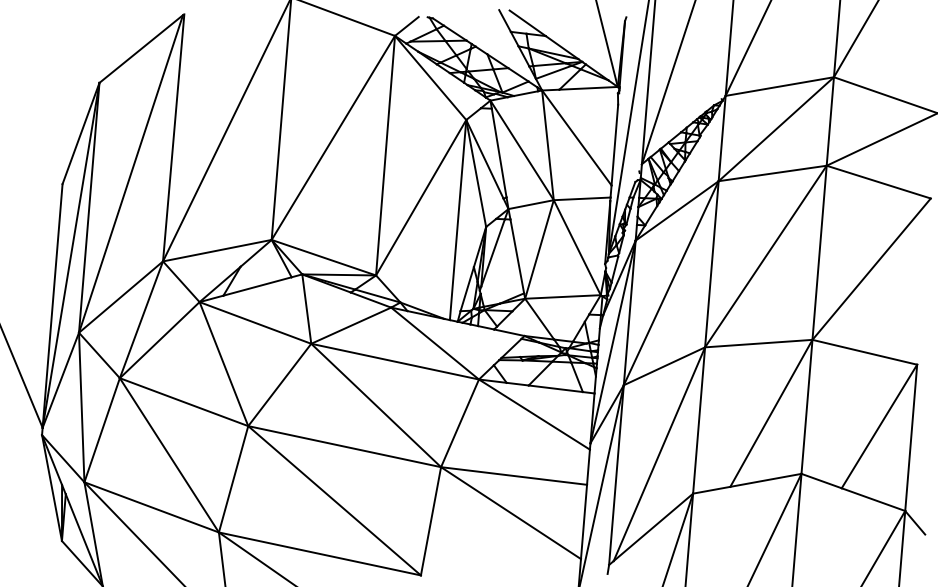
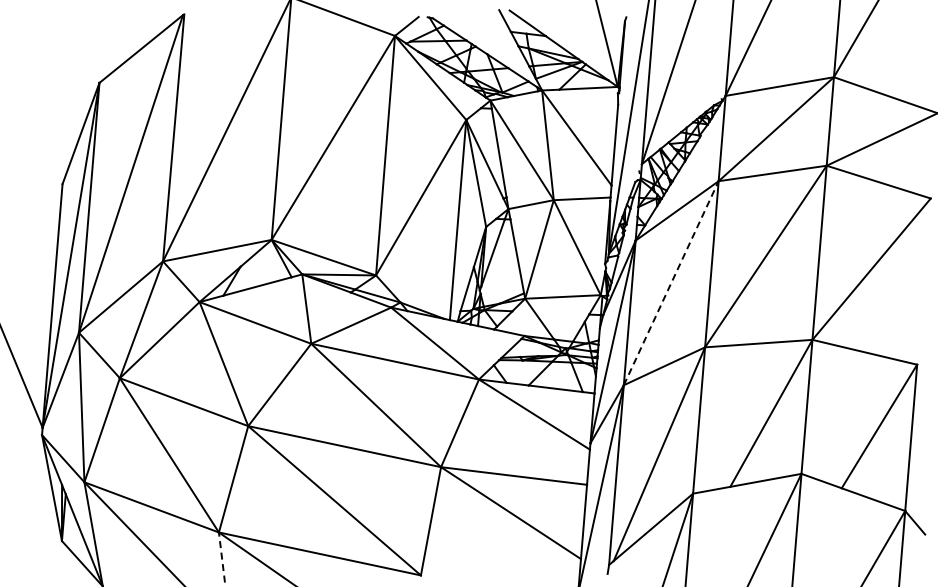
line at (671, 283): solid -> dashed
line at (222, 558): solid -> dashed
